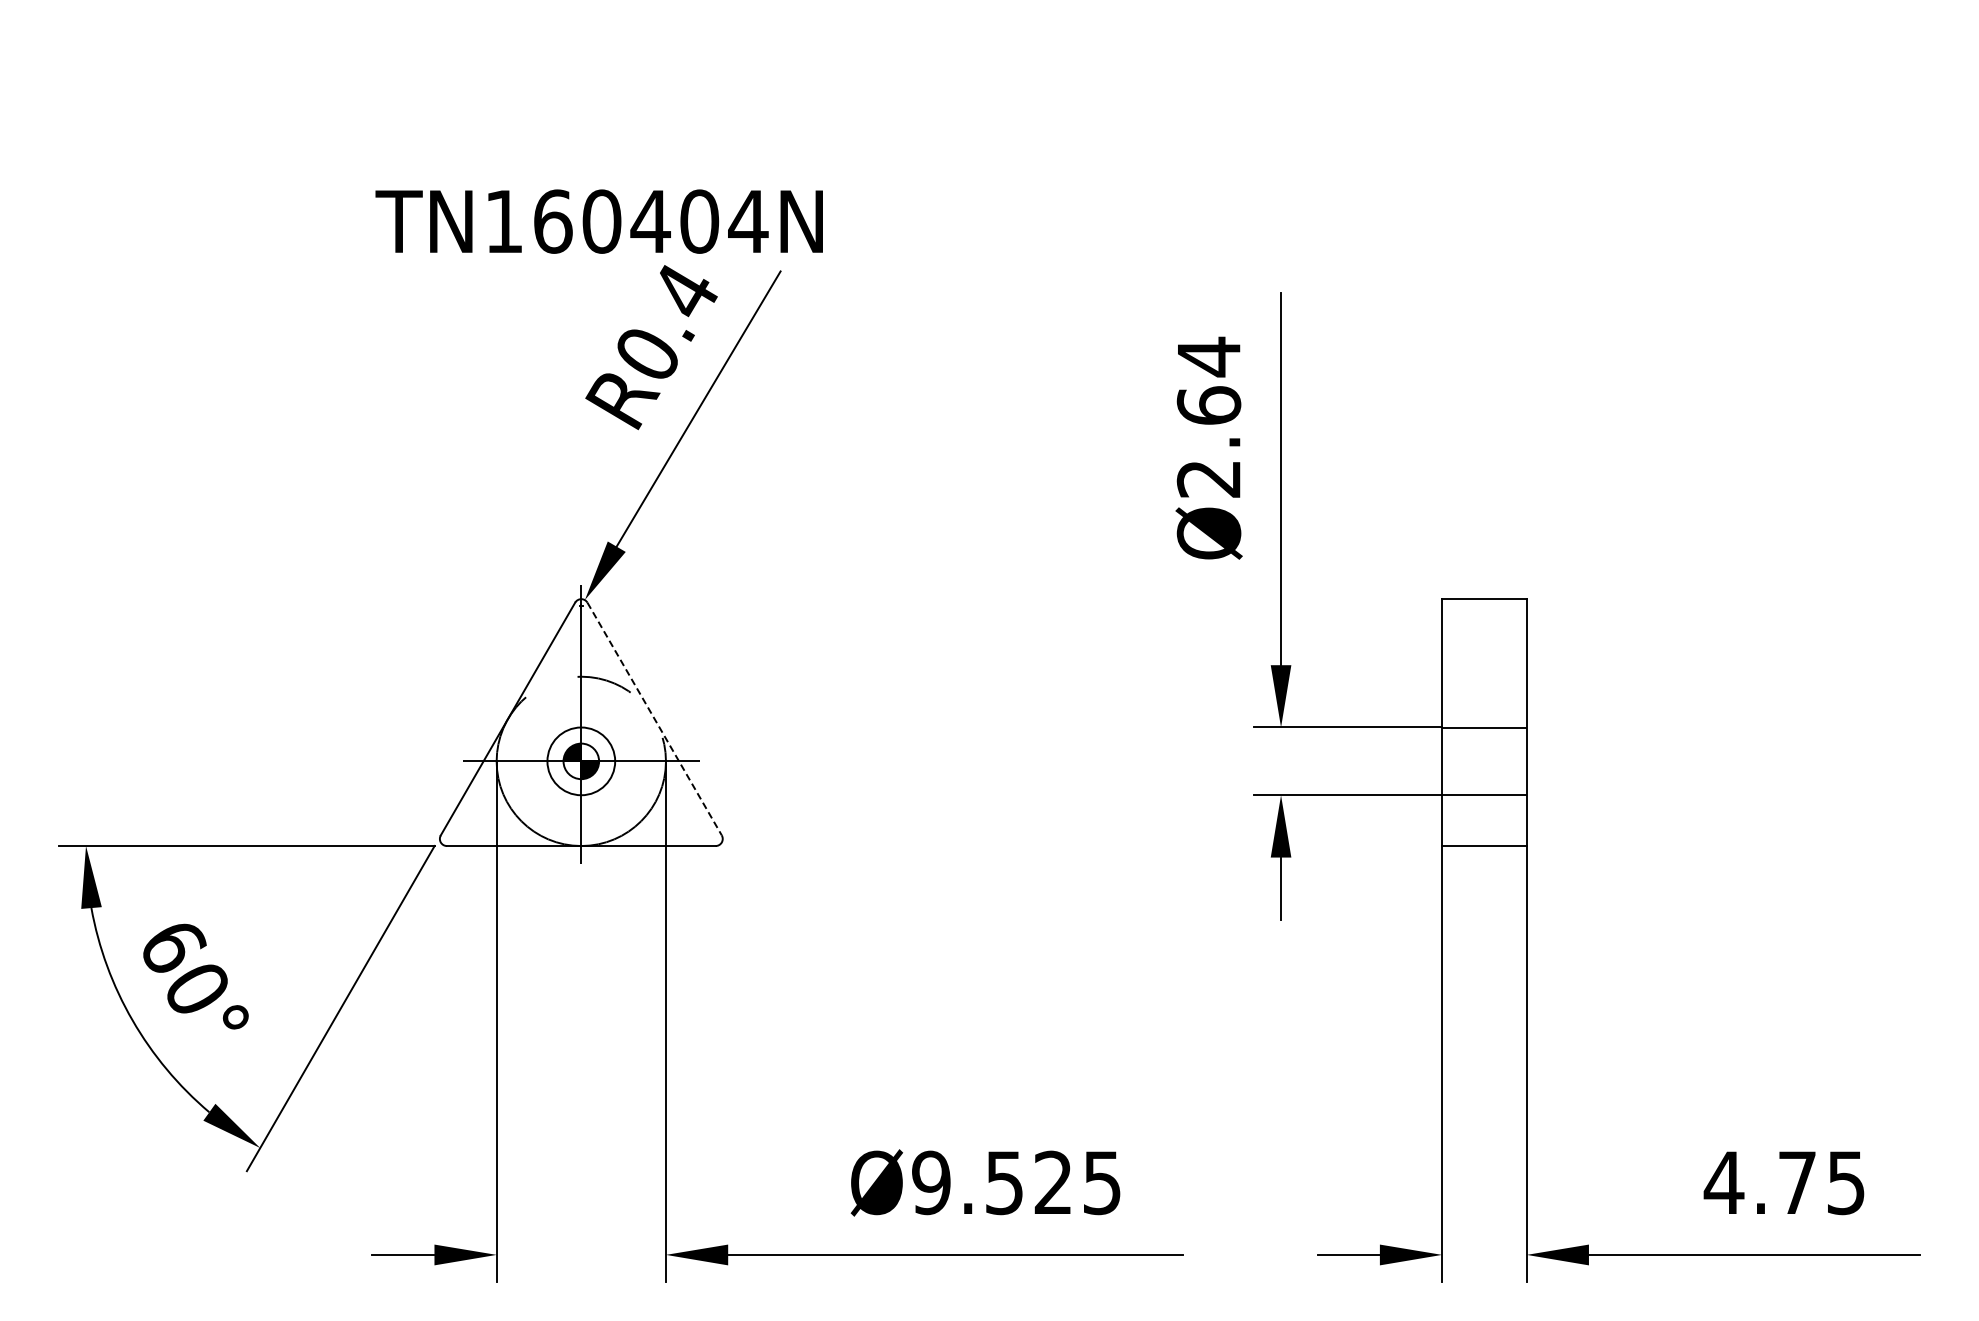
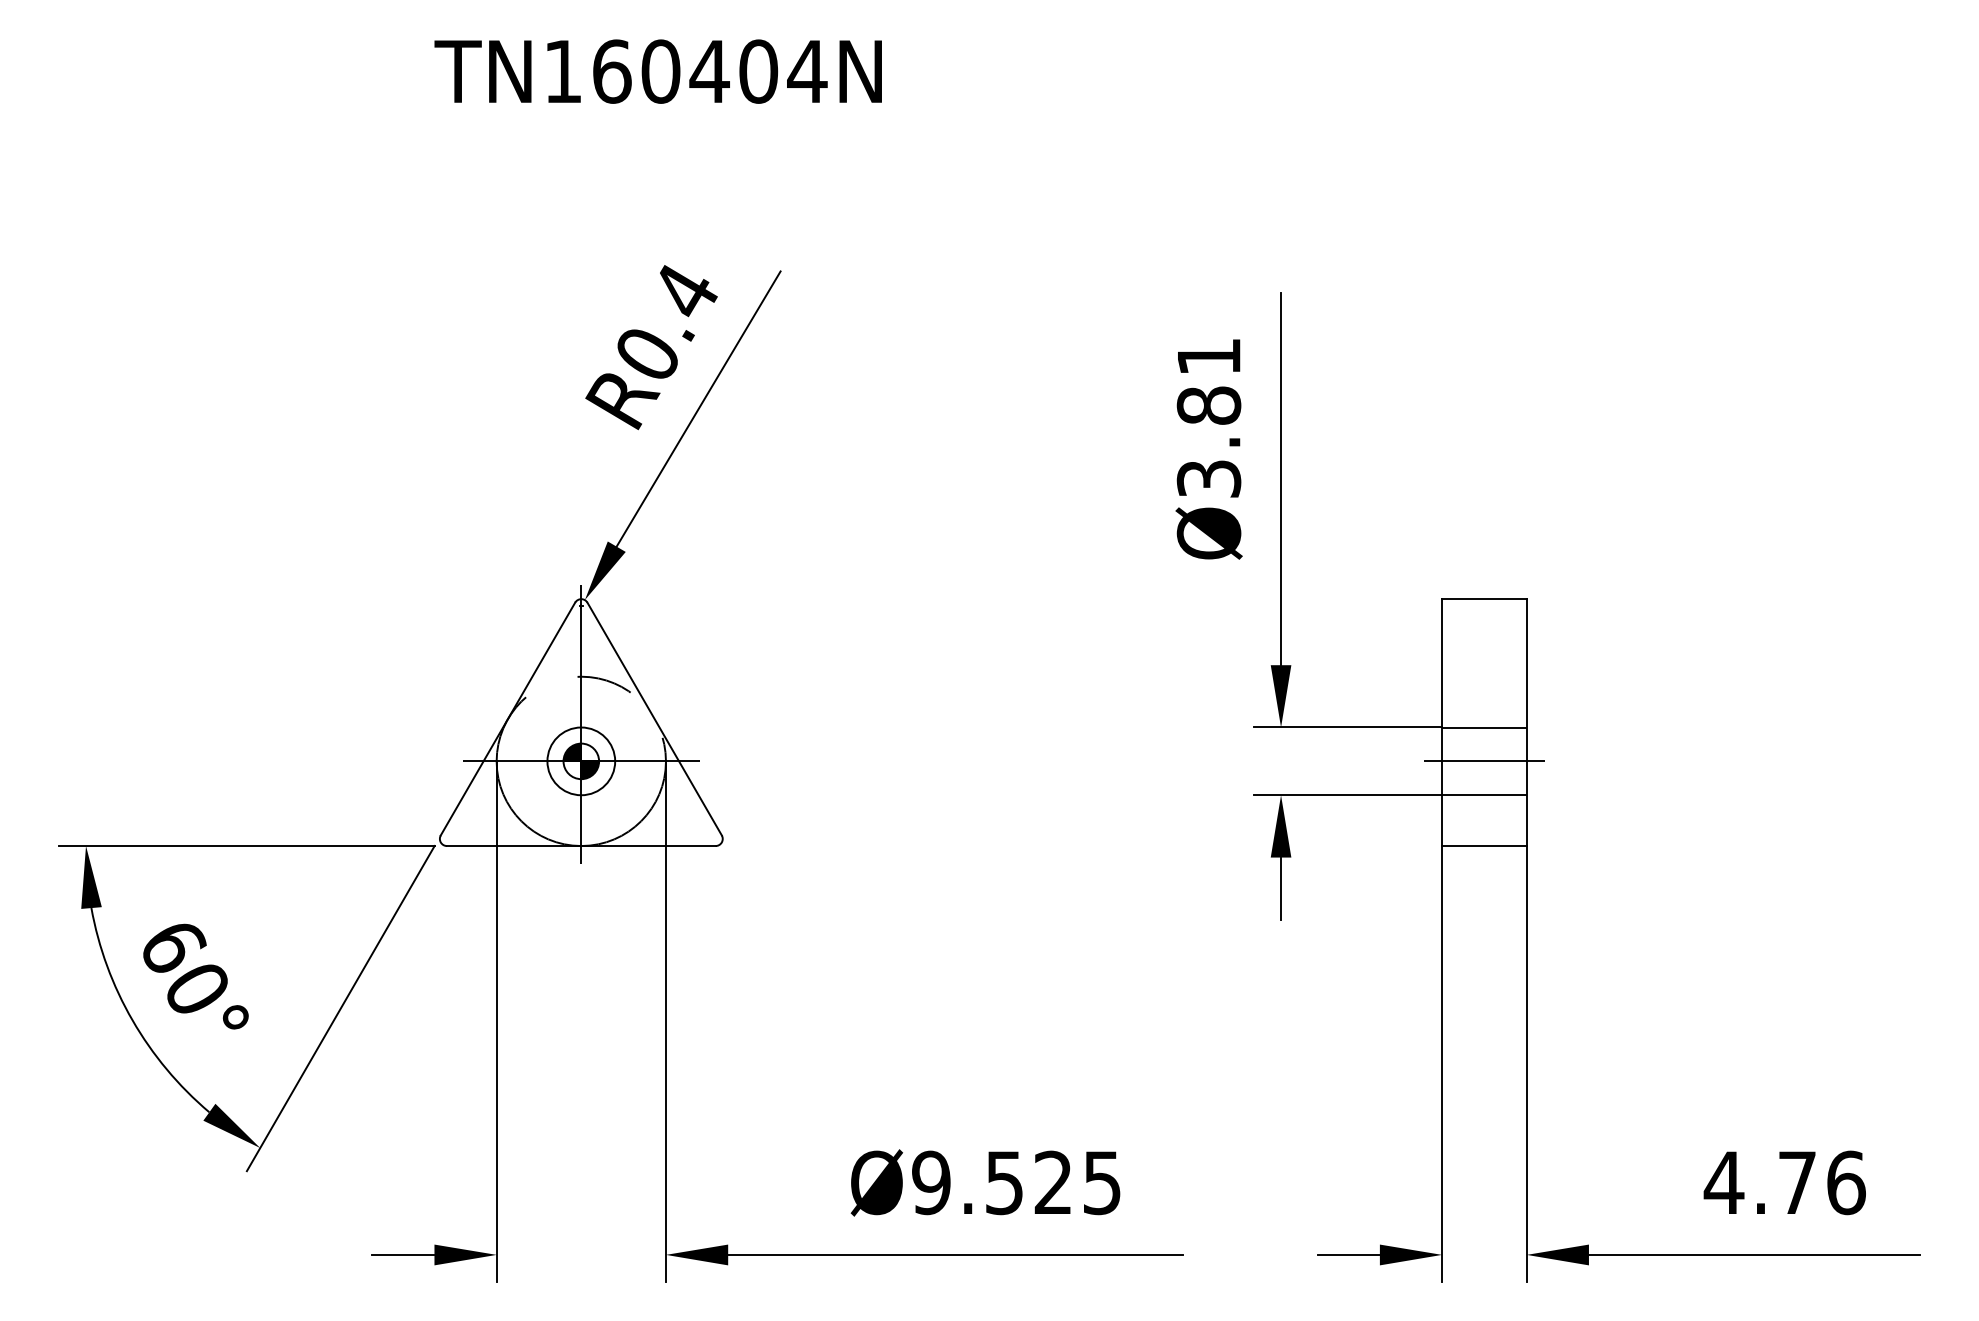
text at (598, 221) position: (598, 221) -> (657, 71)
text at (1208, 416): Ø2.64 -> Ø3.81
line at (654, 719): dashed -> solid
line at (1484, 761): none -> present
text at (1846, 1182): 4.75 -> 4.76
